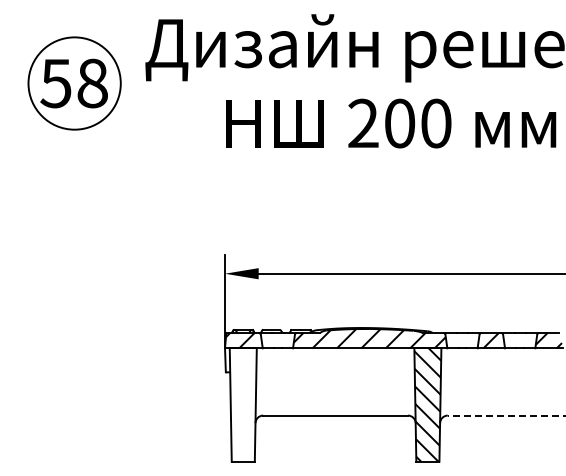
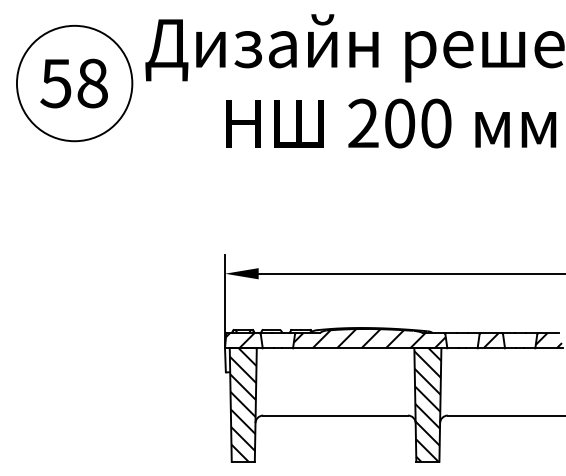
circle at (74, 83) diameter: 92 px -> 115 px
hatch at (242, 404): none -> present
line at (506, 415): dashed -> solid
